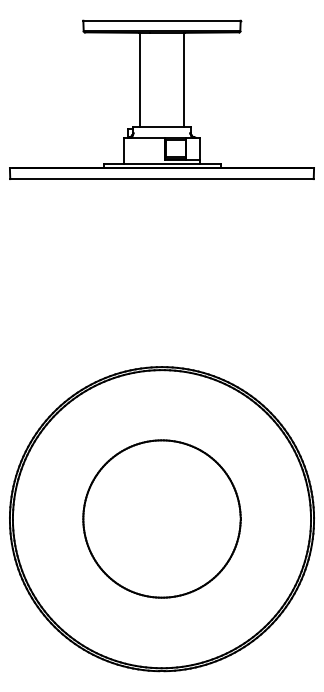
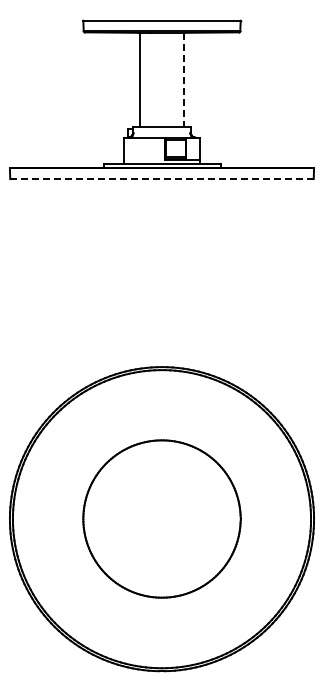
line at (183, 80): solid -> dashed
line at (161, 179): solid -> dashed
